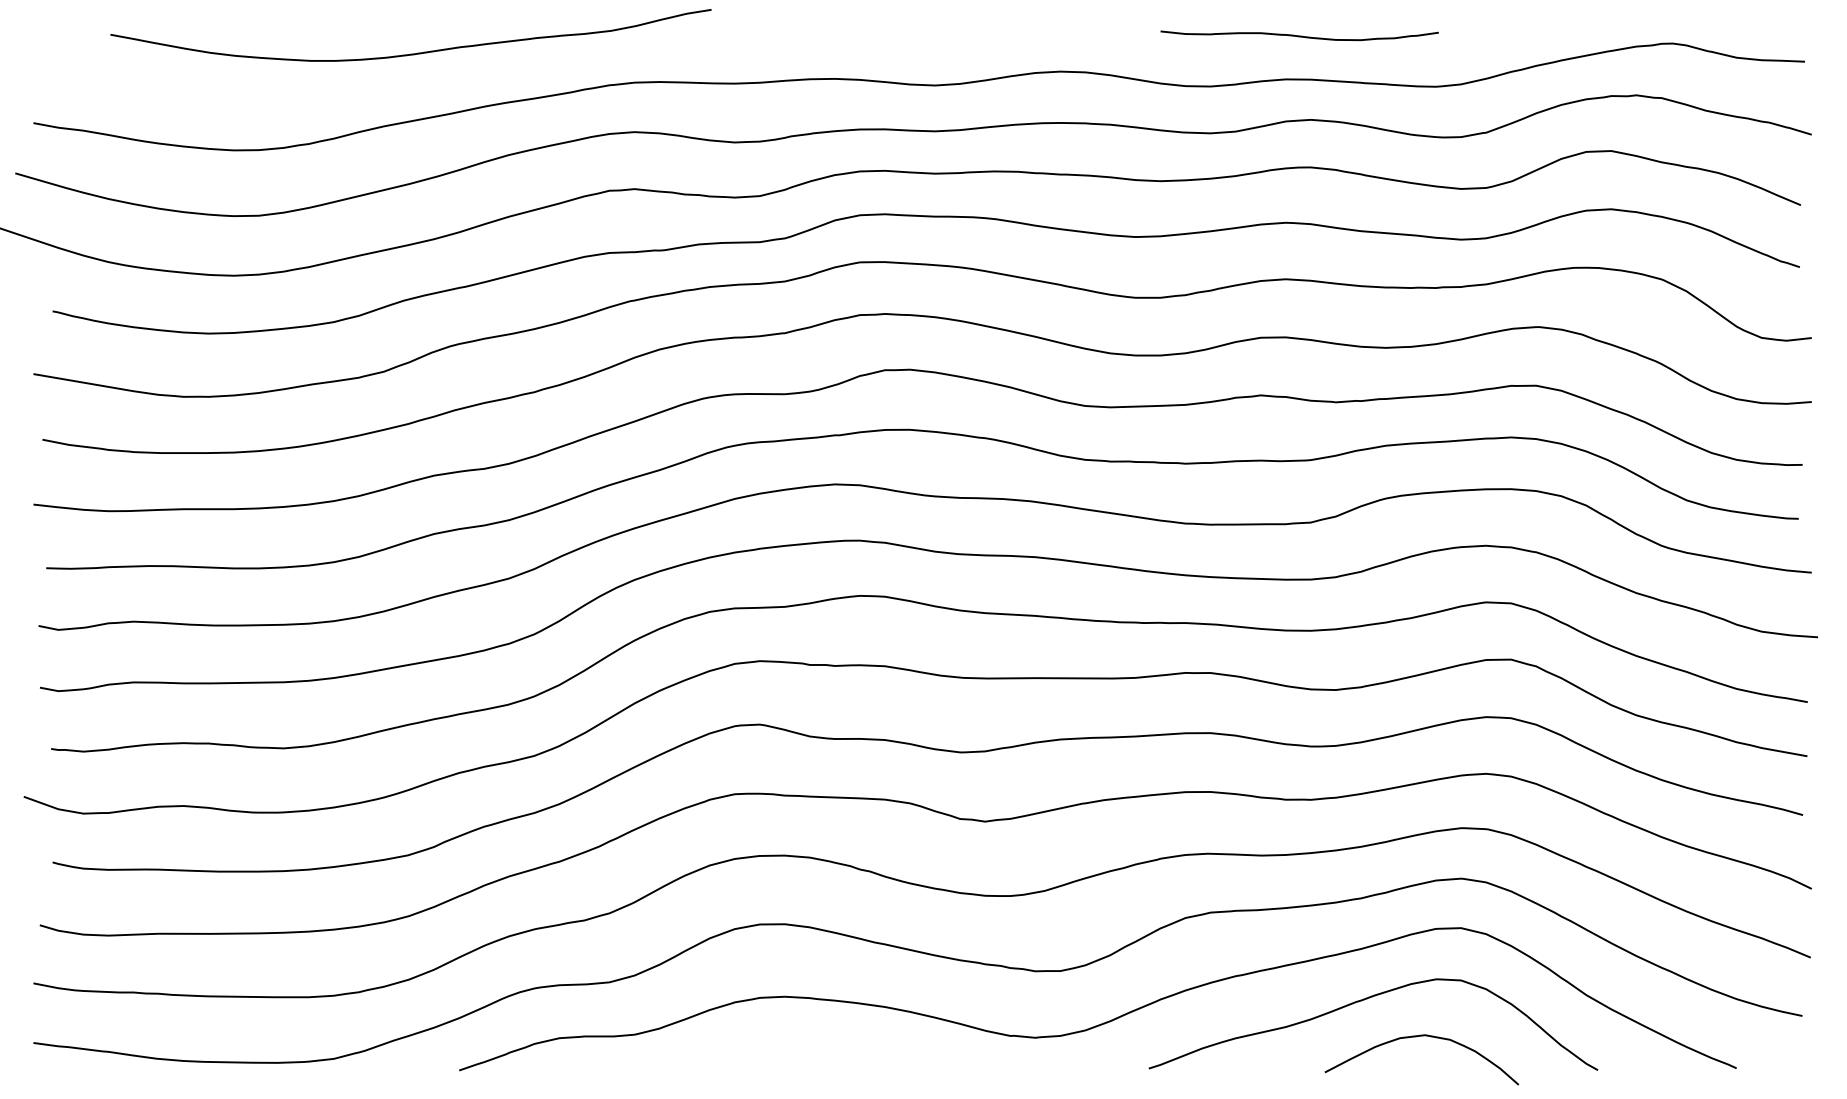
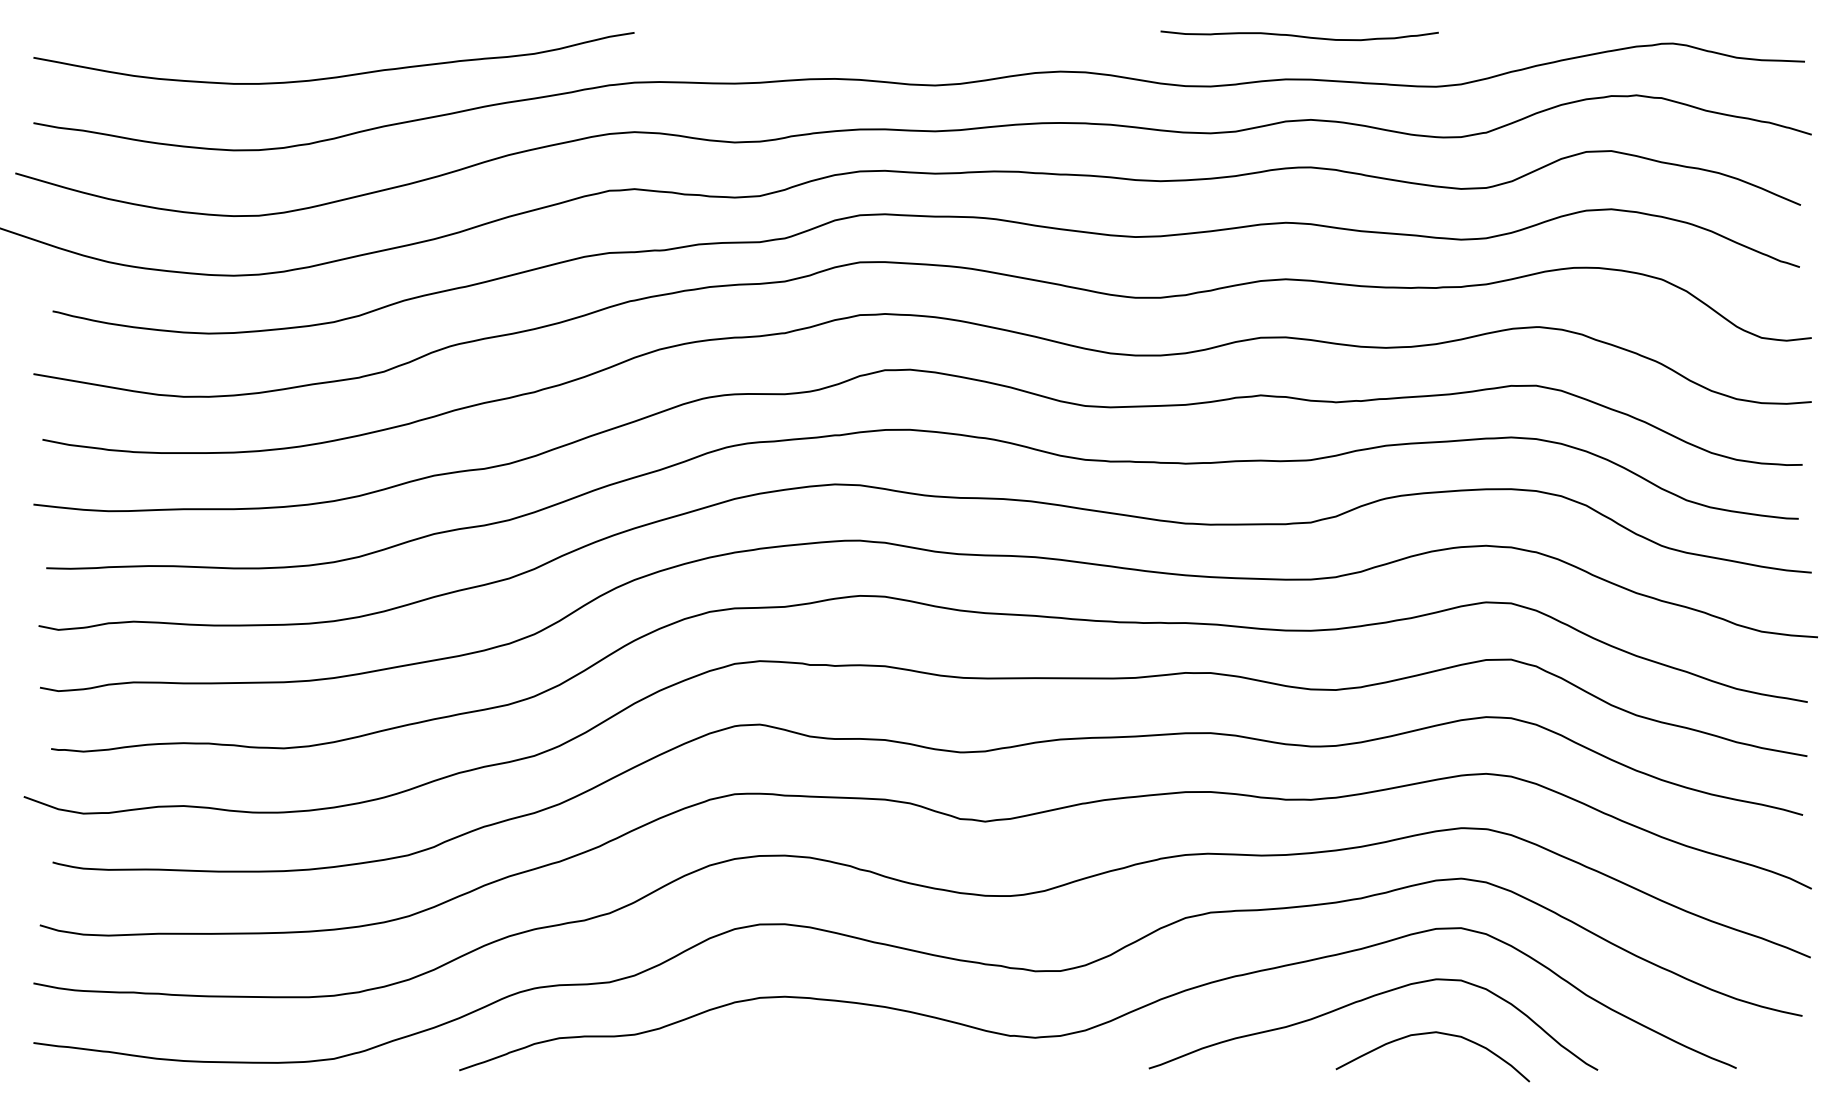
curve at (410, 53) position: (410, 53) -> (333, 76)
curve at (1416, 1037) position: (1416, 1037) -> (1427, 1034)
